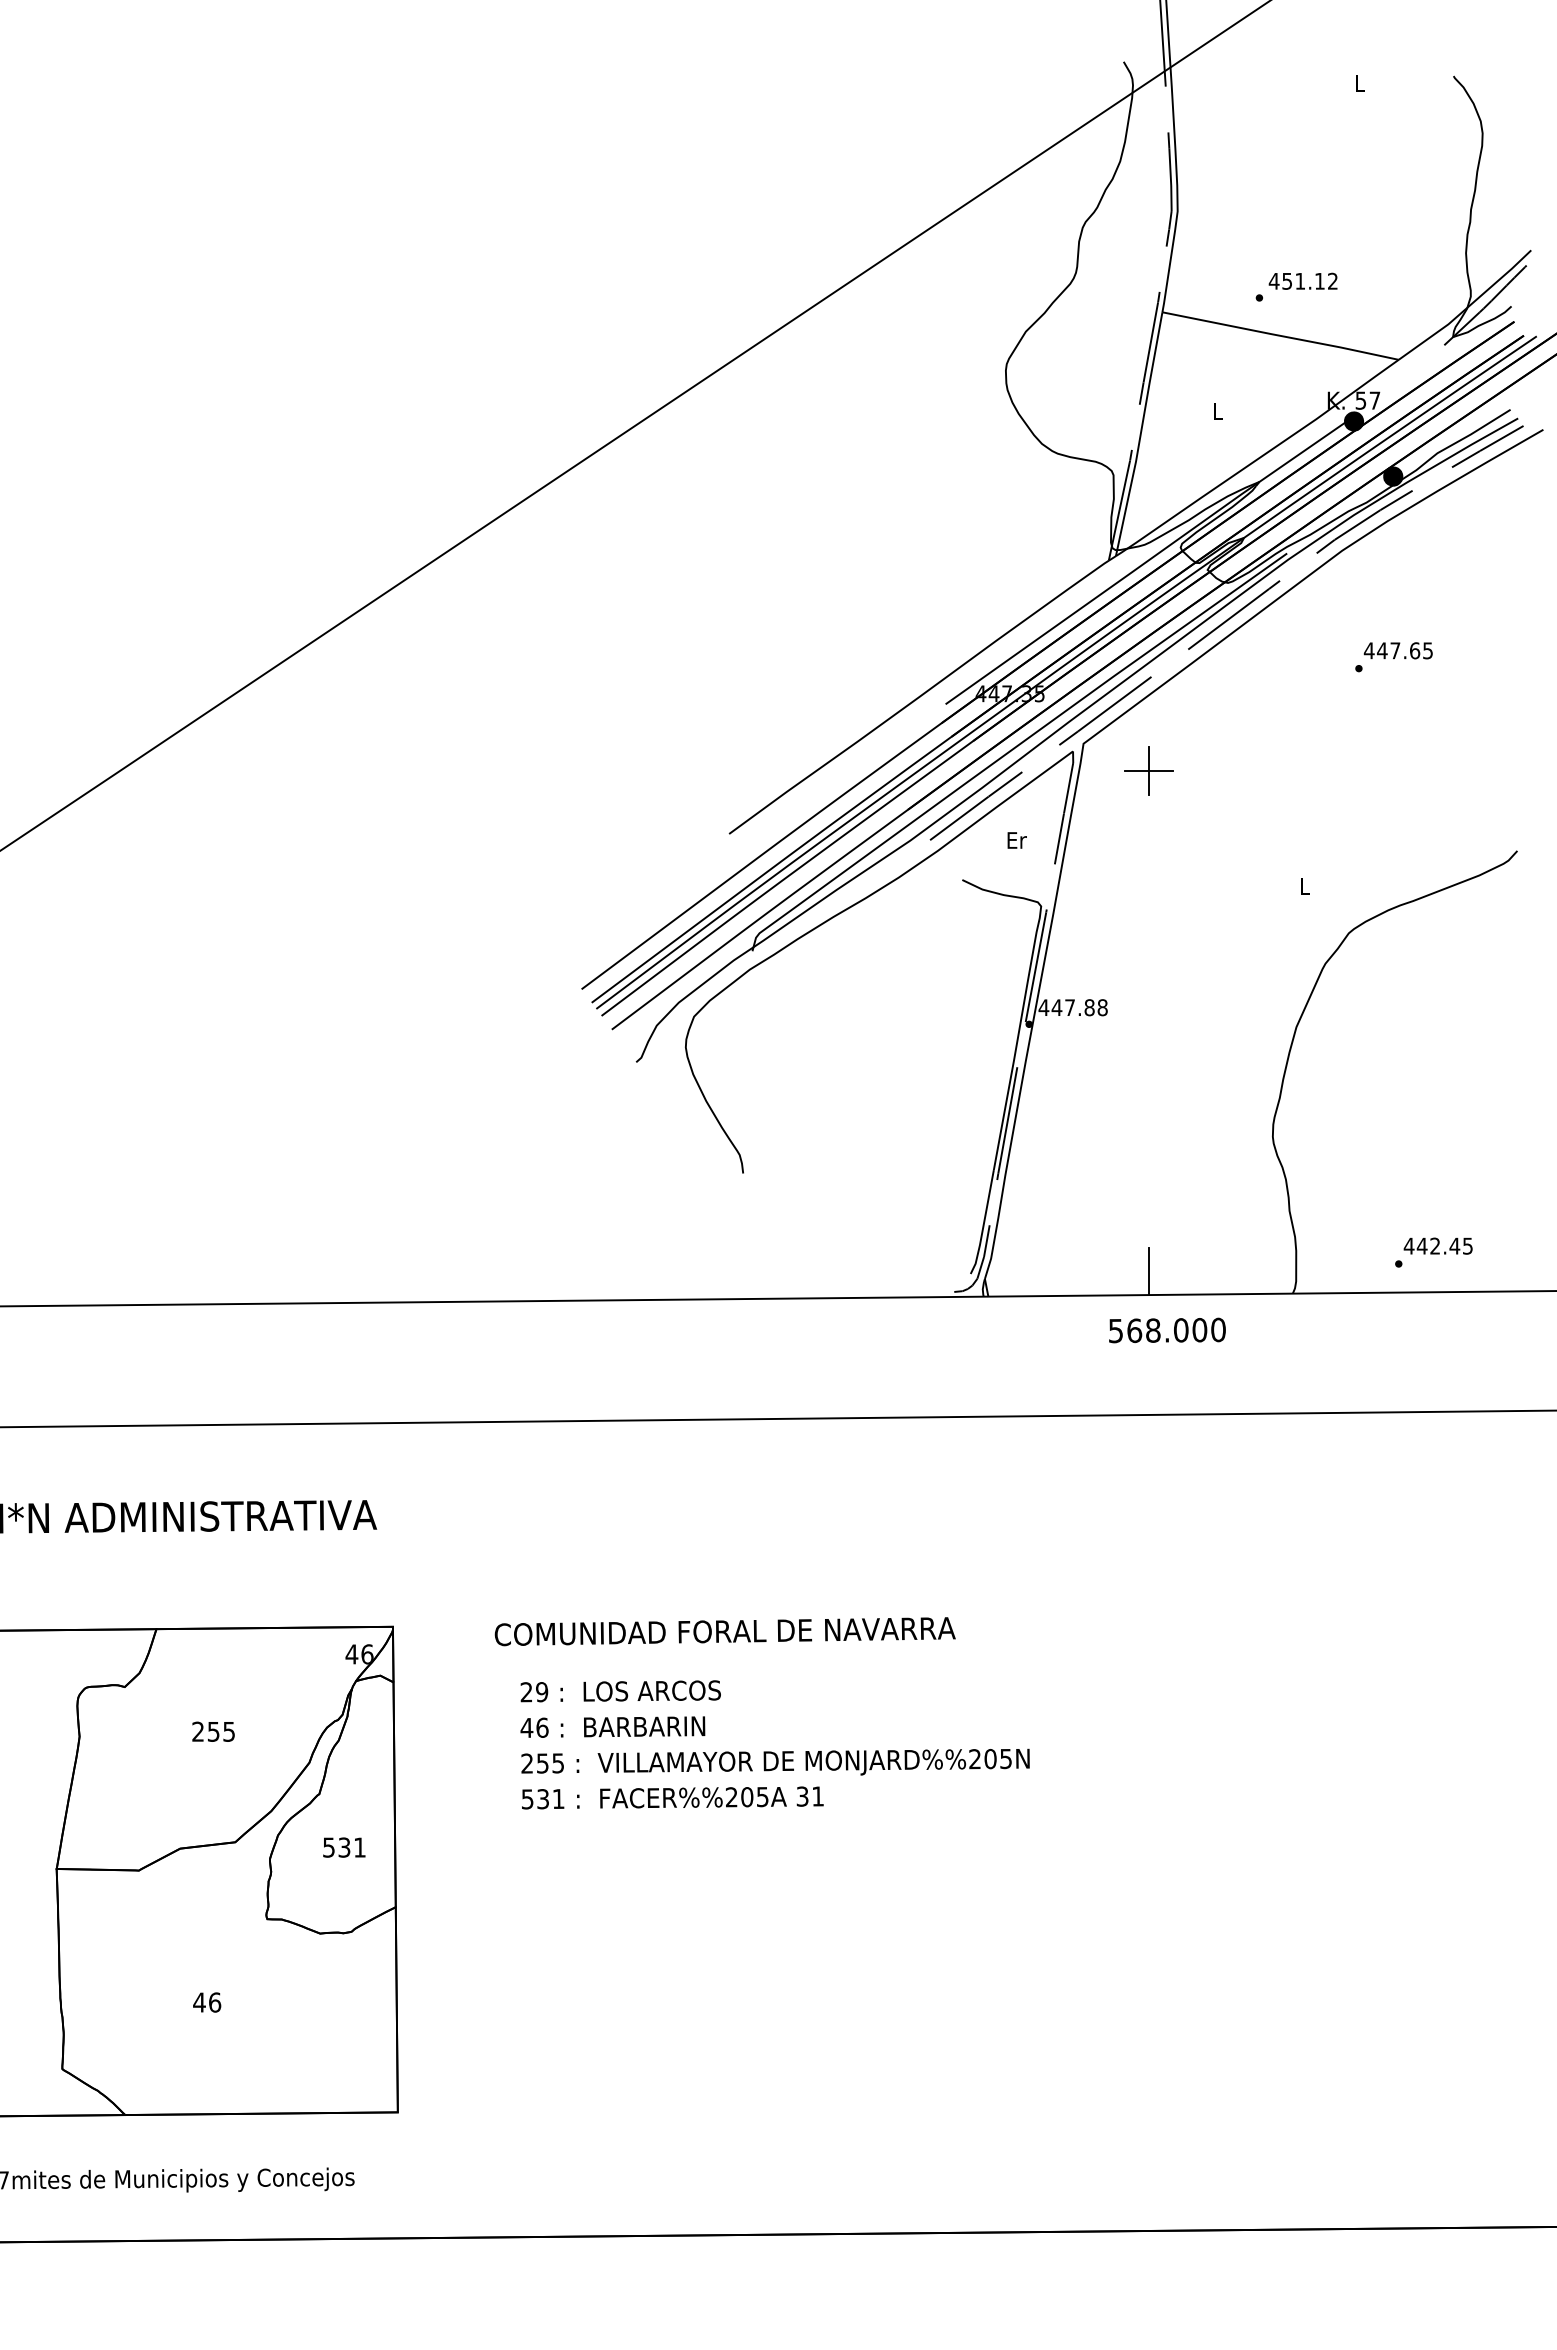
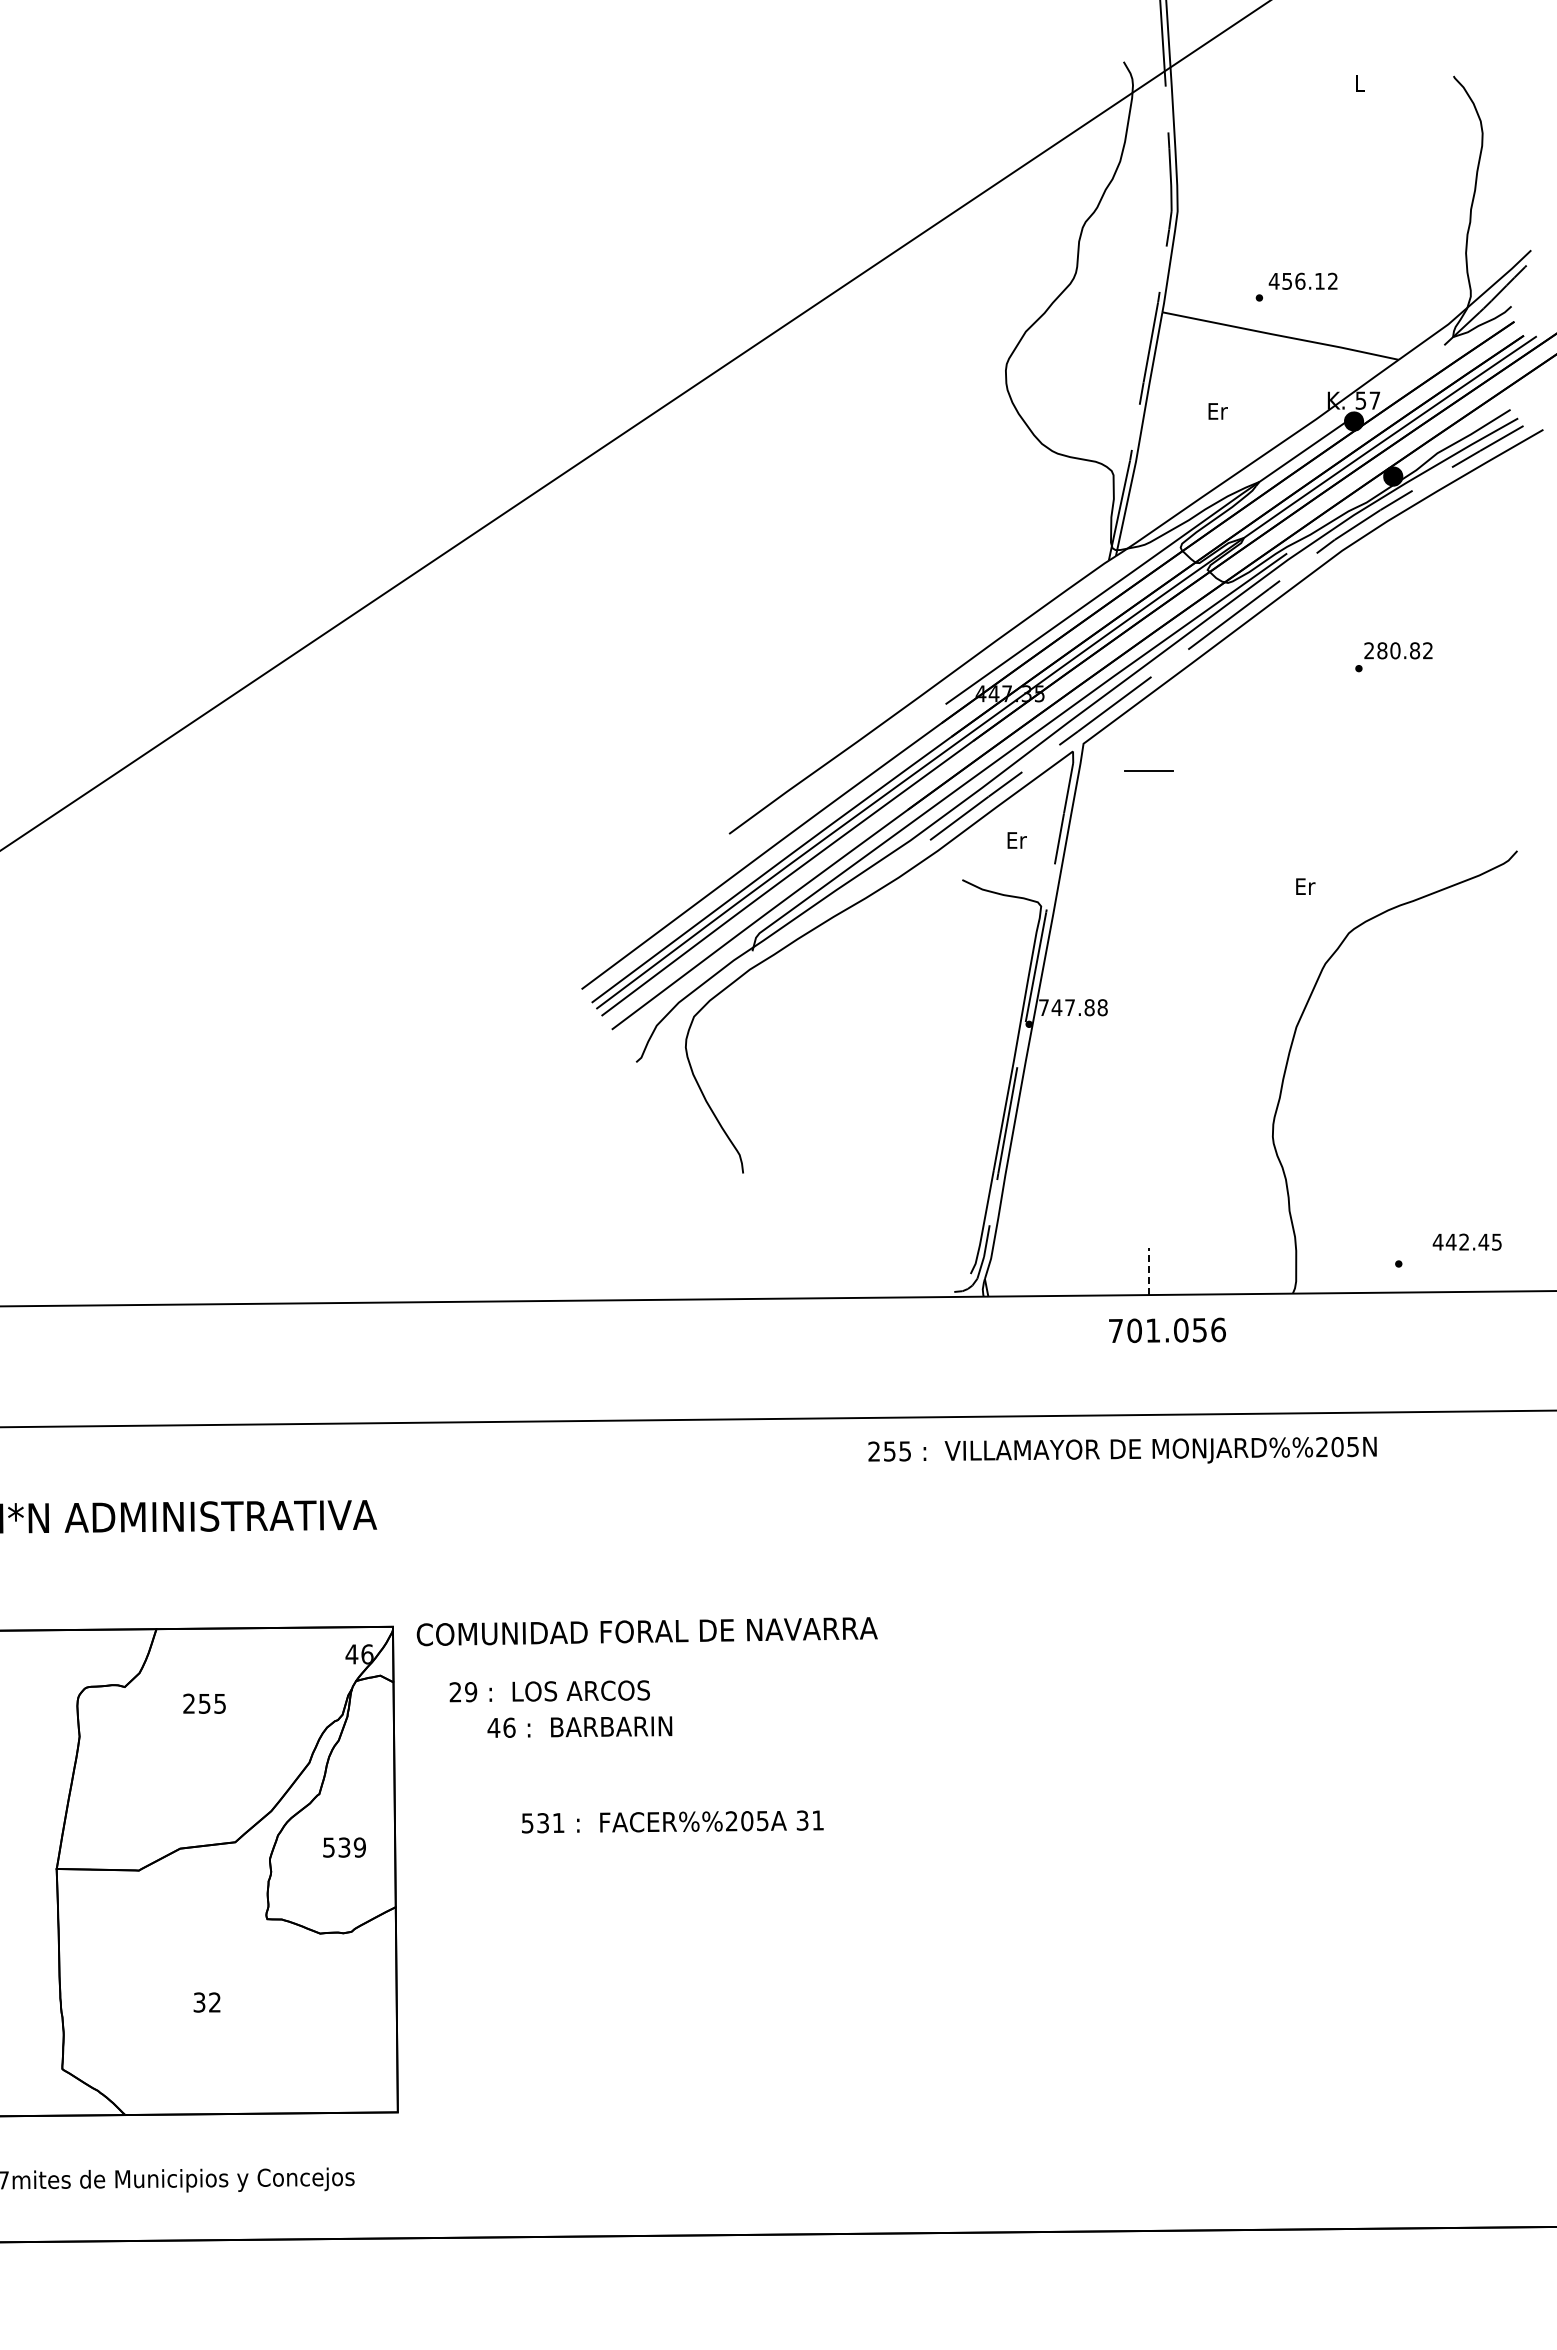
text at (1300, 280): 451.12 -> 456.12
text at (1217, 411): L -> Er
text at (1397, 650): 447.65 -> 280.82
line at (1148, 770): present -> none
text at (1305, 886): L -> Er
text at (1043, 1007): 447.88 -> 747.88
text at (1437, 1245) position: (1437, 1245) -> (1466, 1241)
line at (1148, 1271): solid -> dashed
text at (1167, 1330): 568.000 -> 701.056
text at (724, 1631) position: (724, 1631) -> (646, 1631)
text at (620, 1691) position: (620, 1691) -> (549, 1691)
text at (612, 1726) position: (612, 1726) -> (579, 1726)
text at (213, 1731) position: (213, 1731) -> (204, 1703)
text at (775, 1761) position: (775, 1761) -> (1122, 1449)
text at (672, 1797) position: (672, 1797) -> (672, 1821)
text at (359, 1847): 531 -> 539
text at (207, 2002): 46 -> 32
